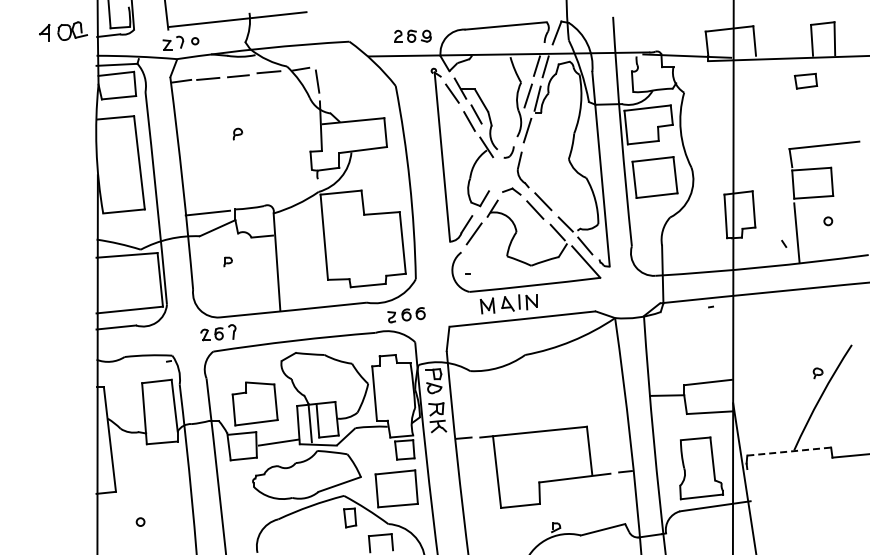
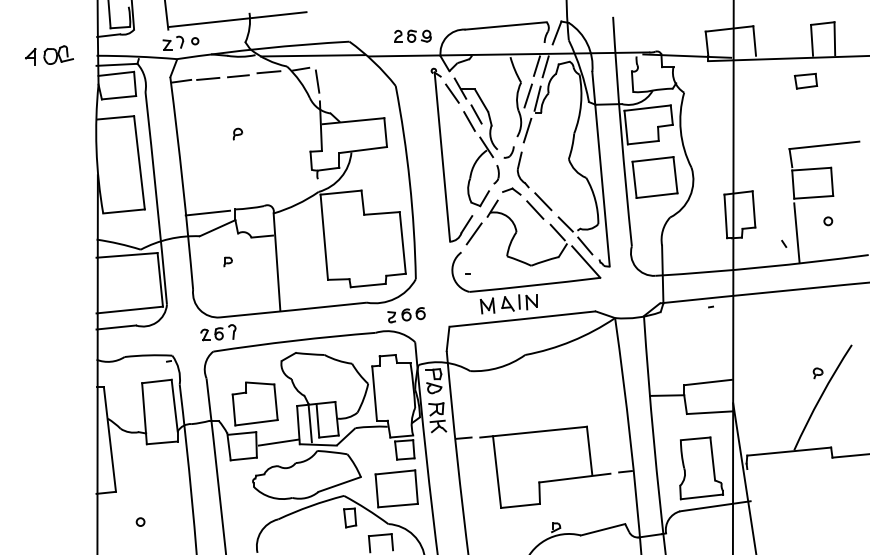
part at (63, 31) position: (63, 31) -> (49, 55)
line at (312, 55): none -> present
part at (496, 174): none -> present
line at (789, 451): dashed -> solid
